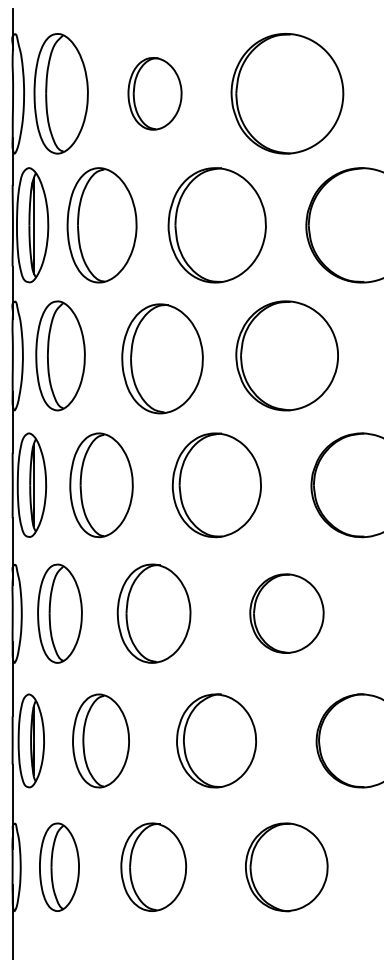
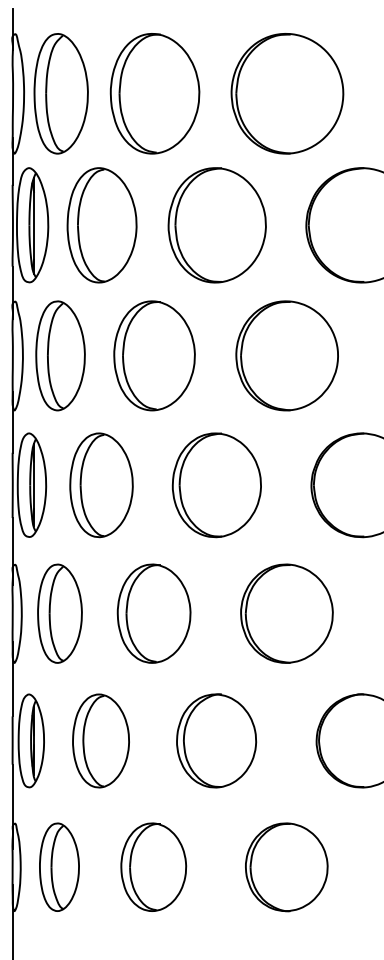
part at (154, 93) size: 56x74 px -> 92x122 px
part at (162, 358) position: (162, 358) -> (154, 355)
part at (286, 613) size: 76x81 px -> 94x101 px
